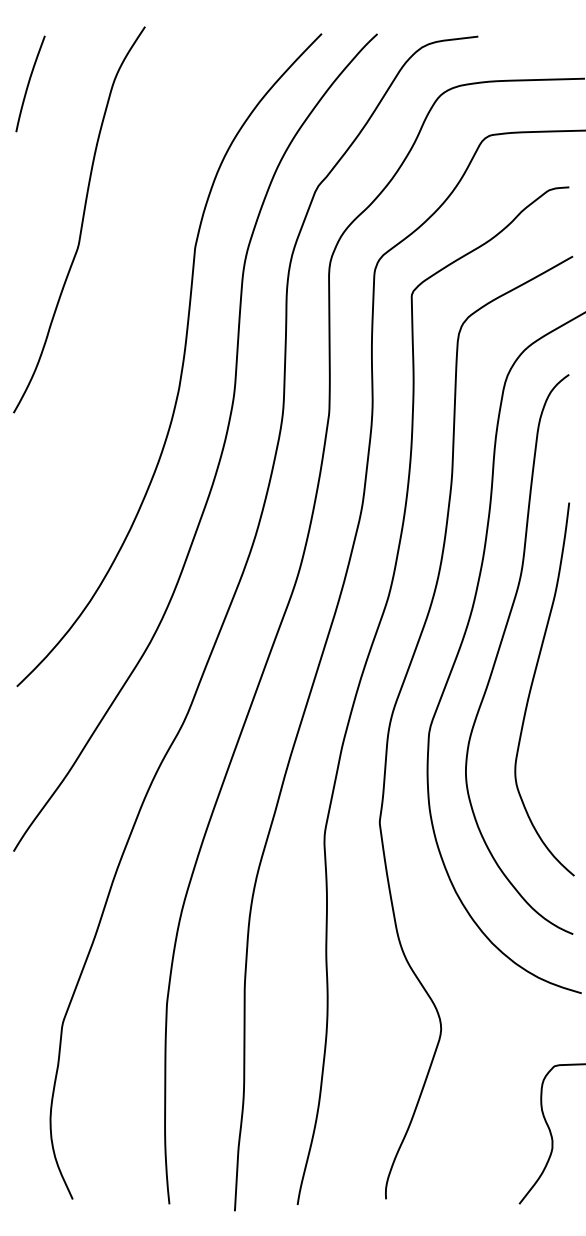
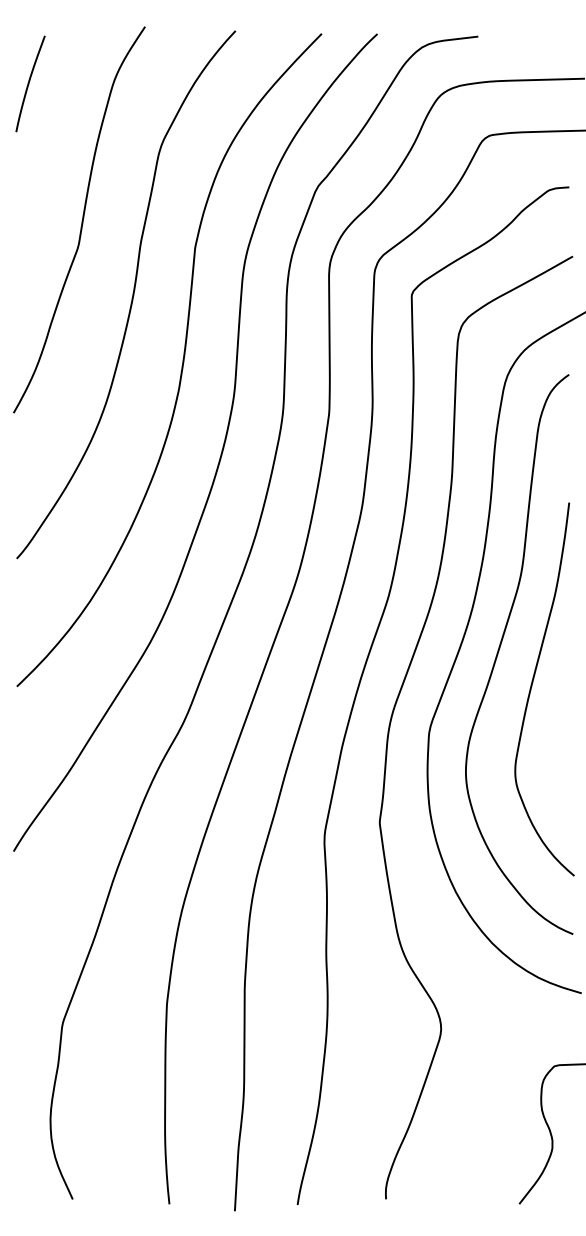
curve at (132, 294): none -> present
